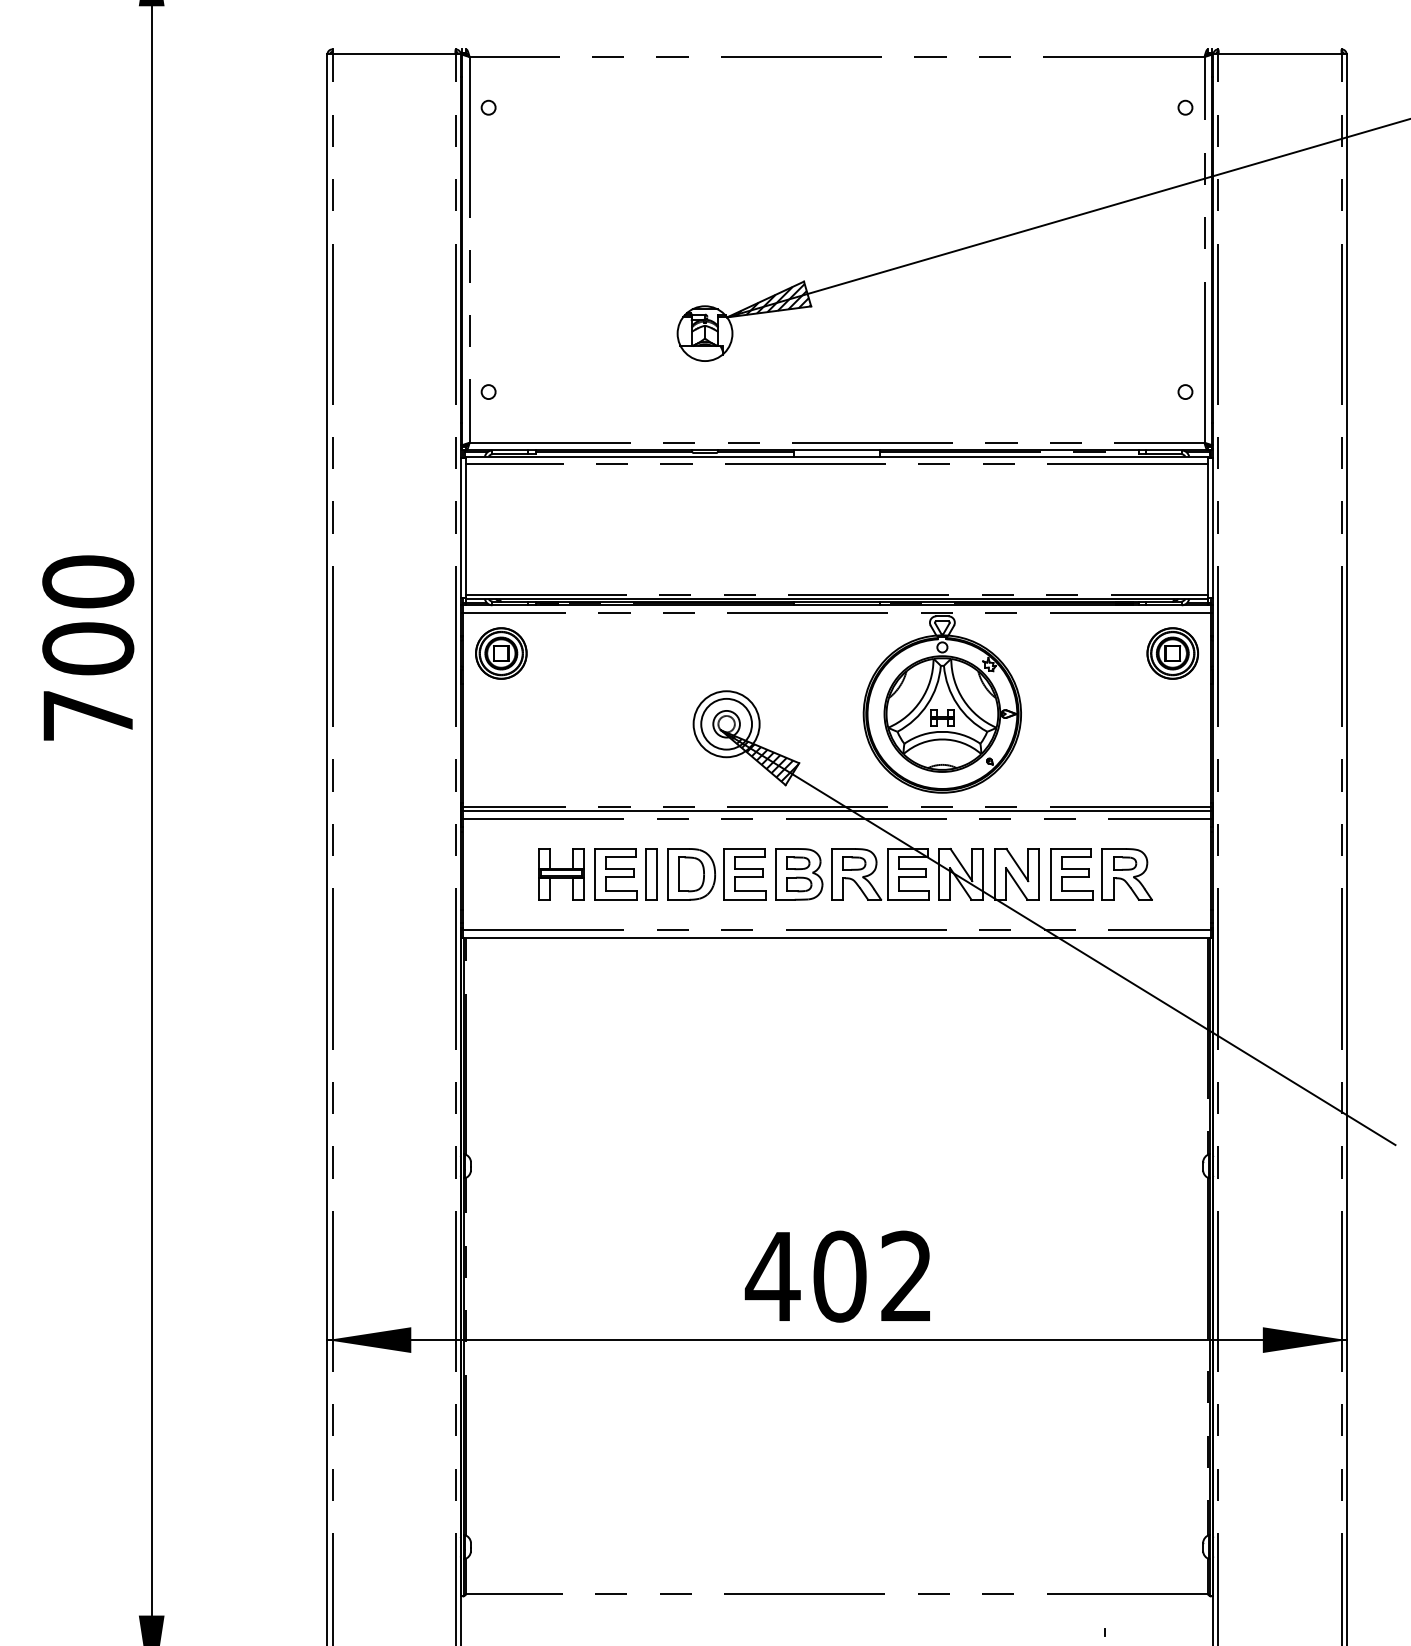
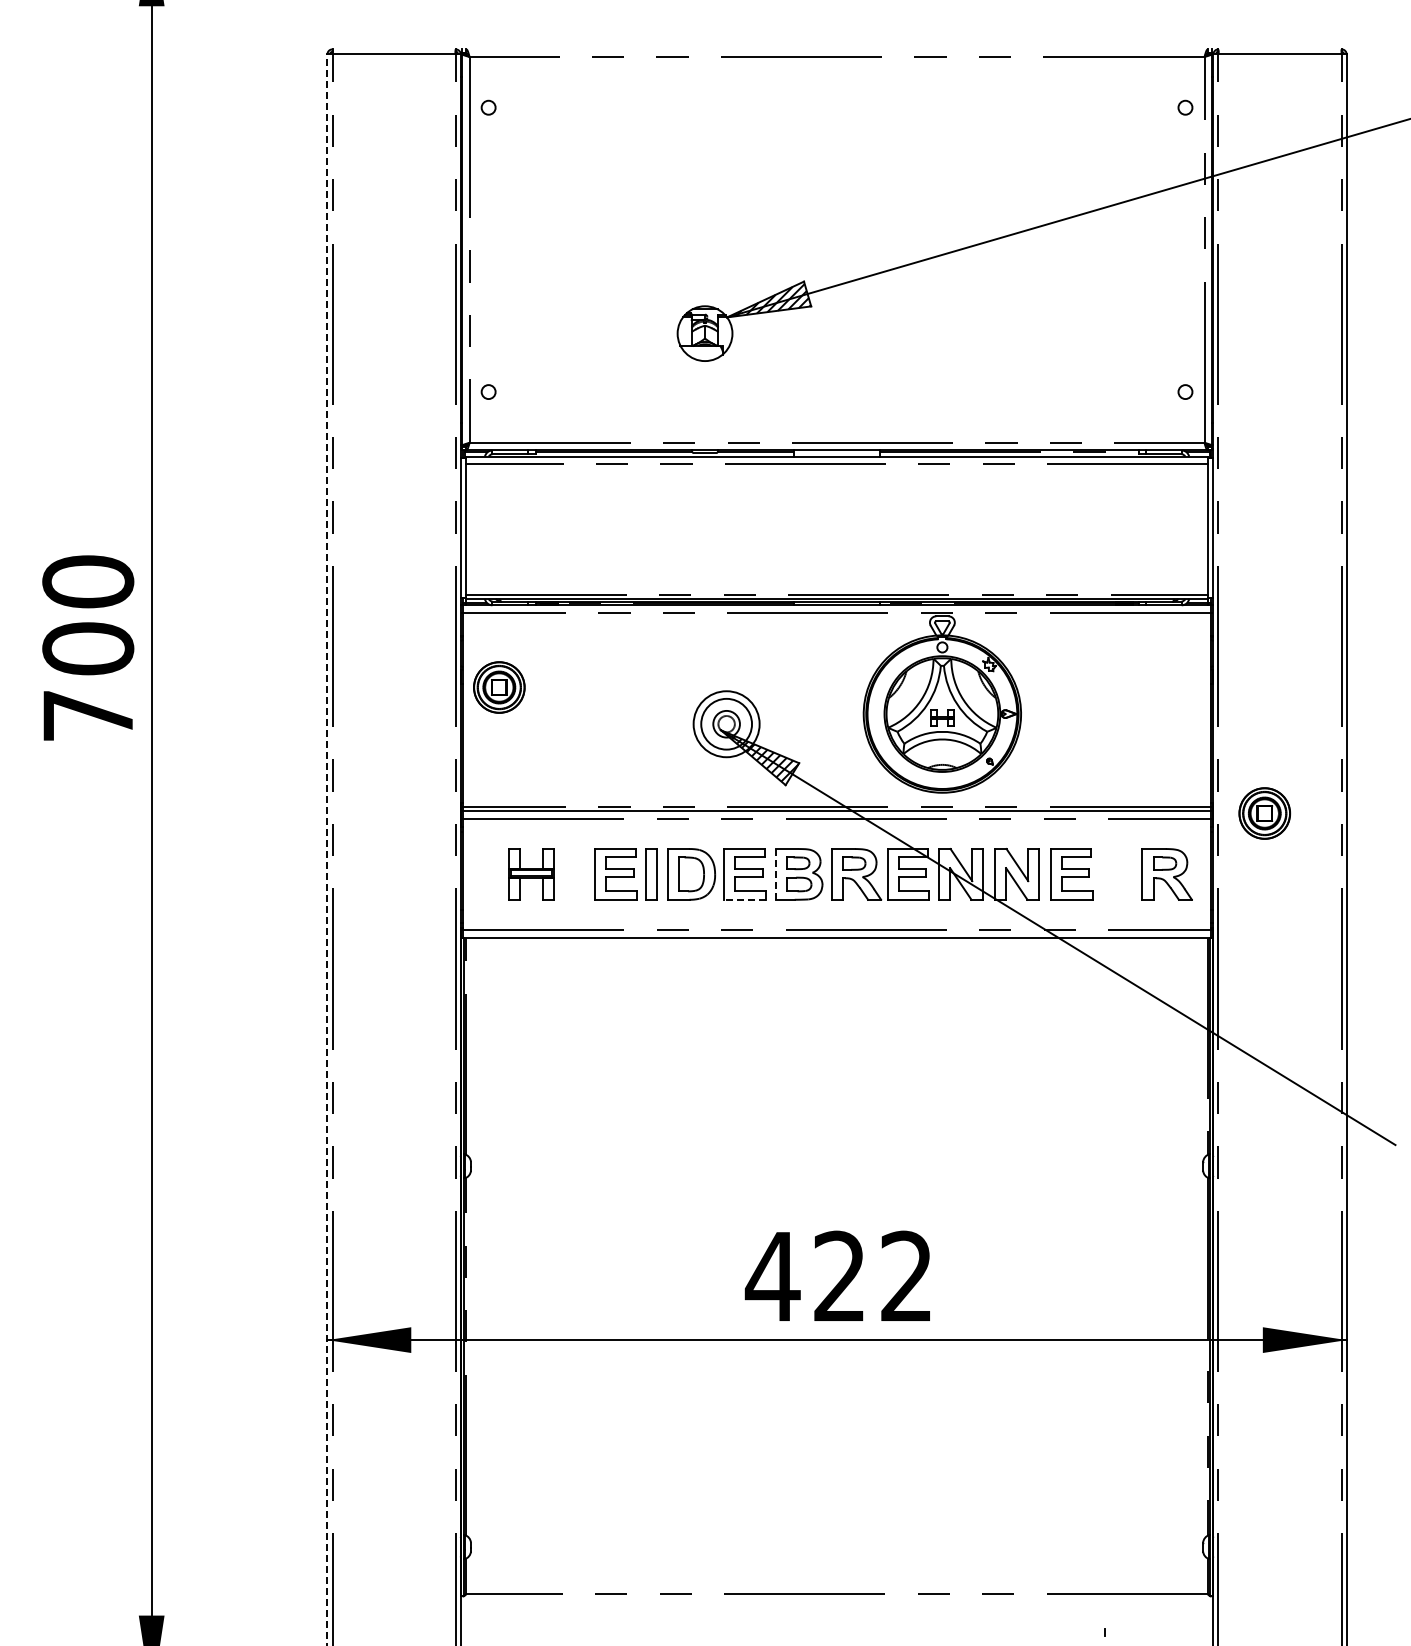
part at (501, 653) position: (501, 653) -> (499, 687)
part at (1172, 653) position: (1172, 653) -> (1264, 813)
line at (327, 849): solid -> dashed
line at (775, 873): solid -> dashed
part at (561, 874) position: (561, 874) -> (531, 874)
part at (1126, 874) position: (1126, 874) -> (1166, 874)
line at (745, 899): solid -> dashed
text at (839, 1276): 402 -> 422
